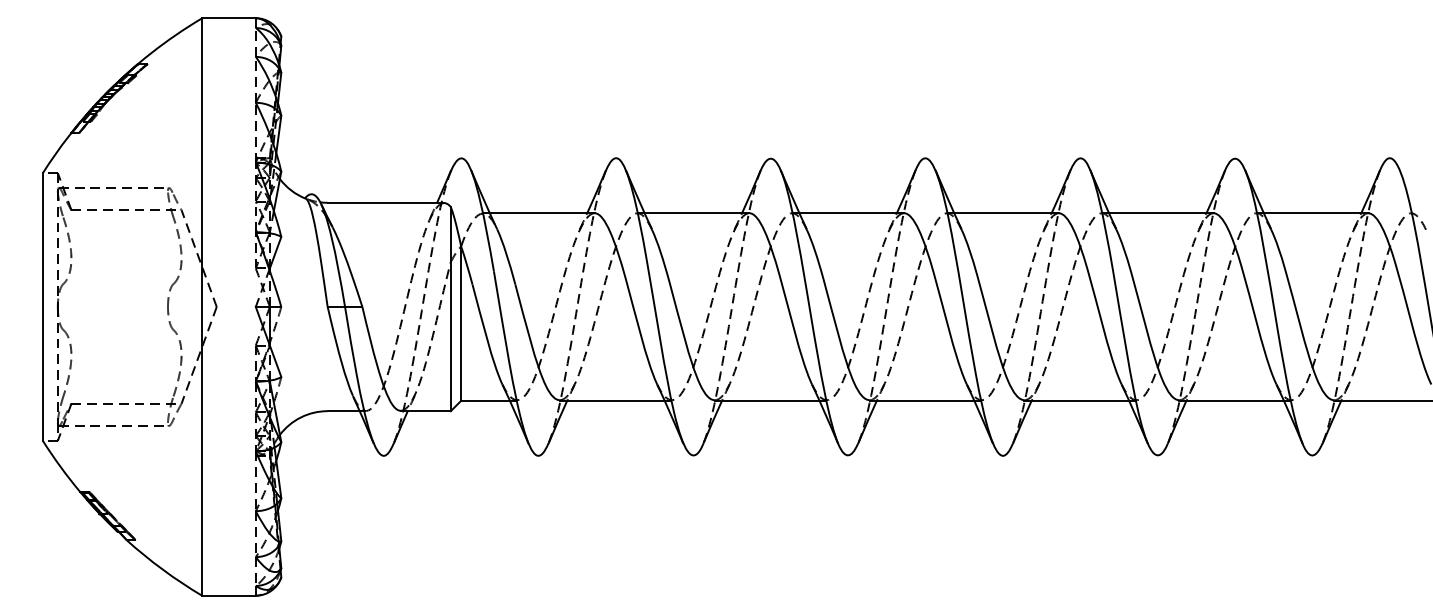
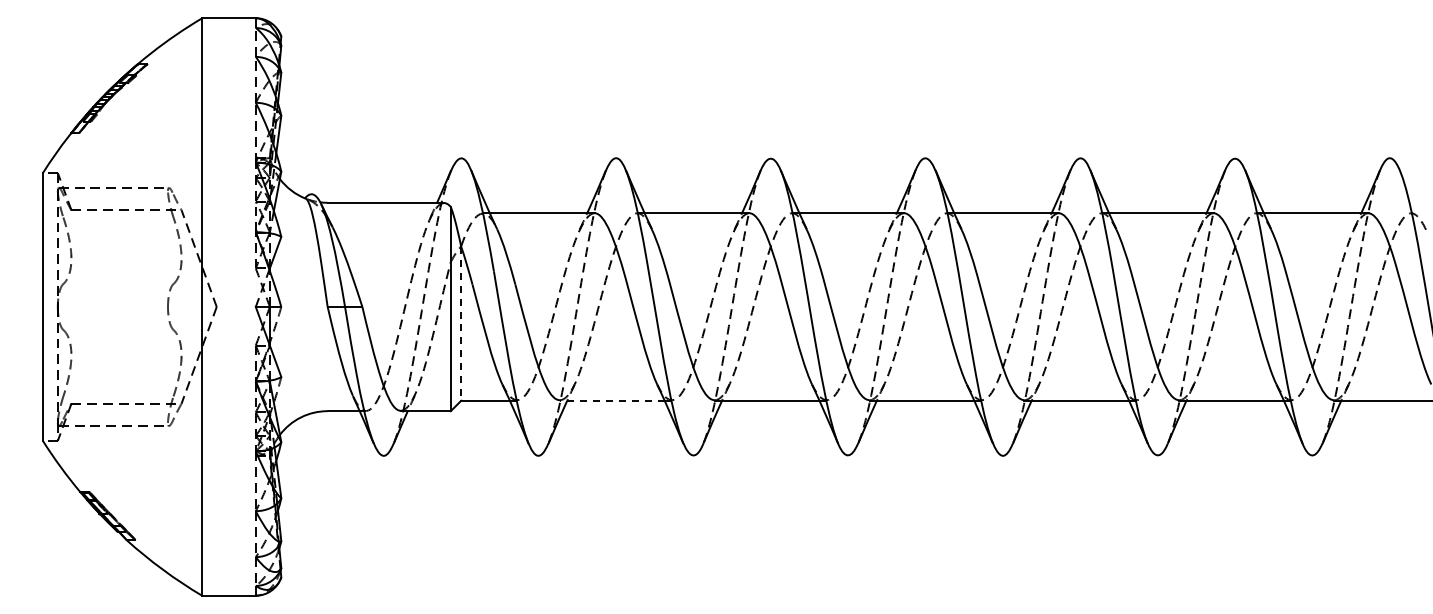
line at (461, 324): solid -> dashed
line at (611, 400): solid -> dashed
